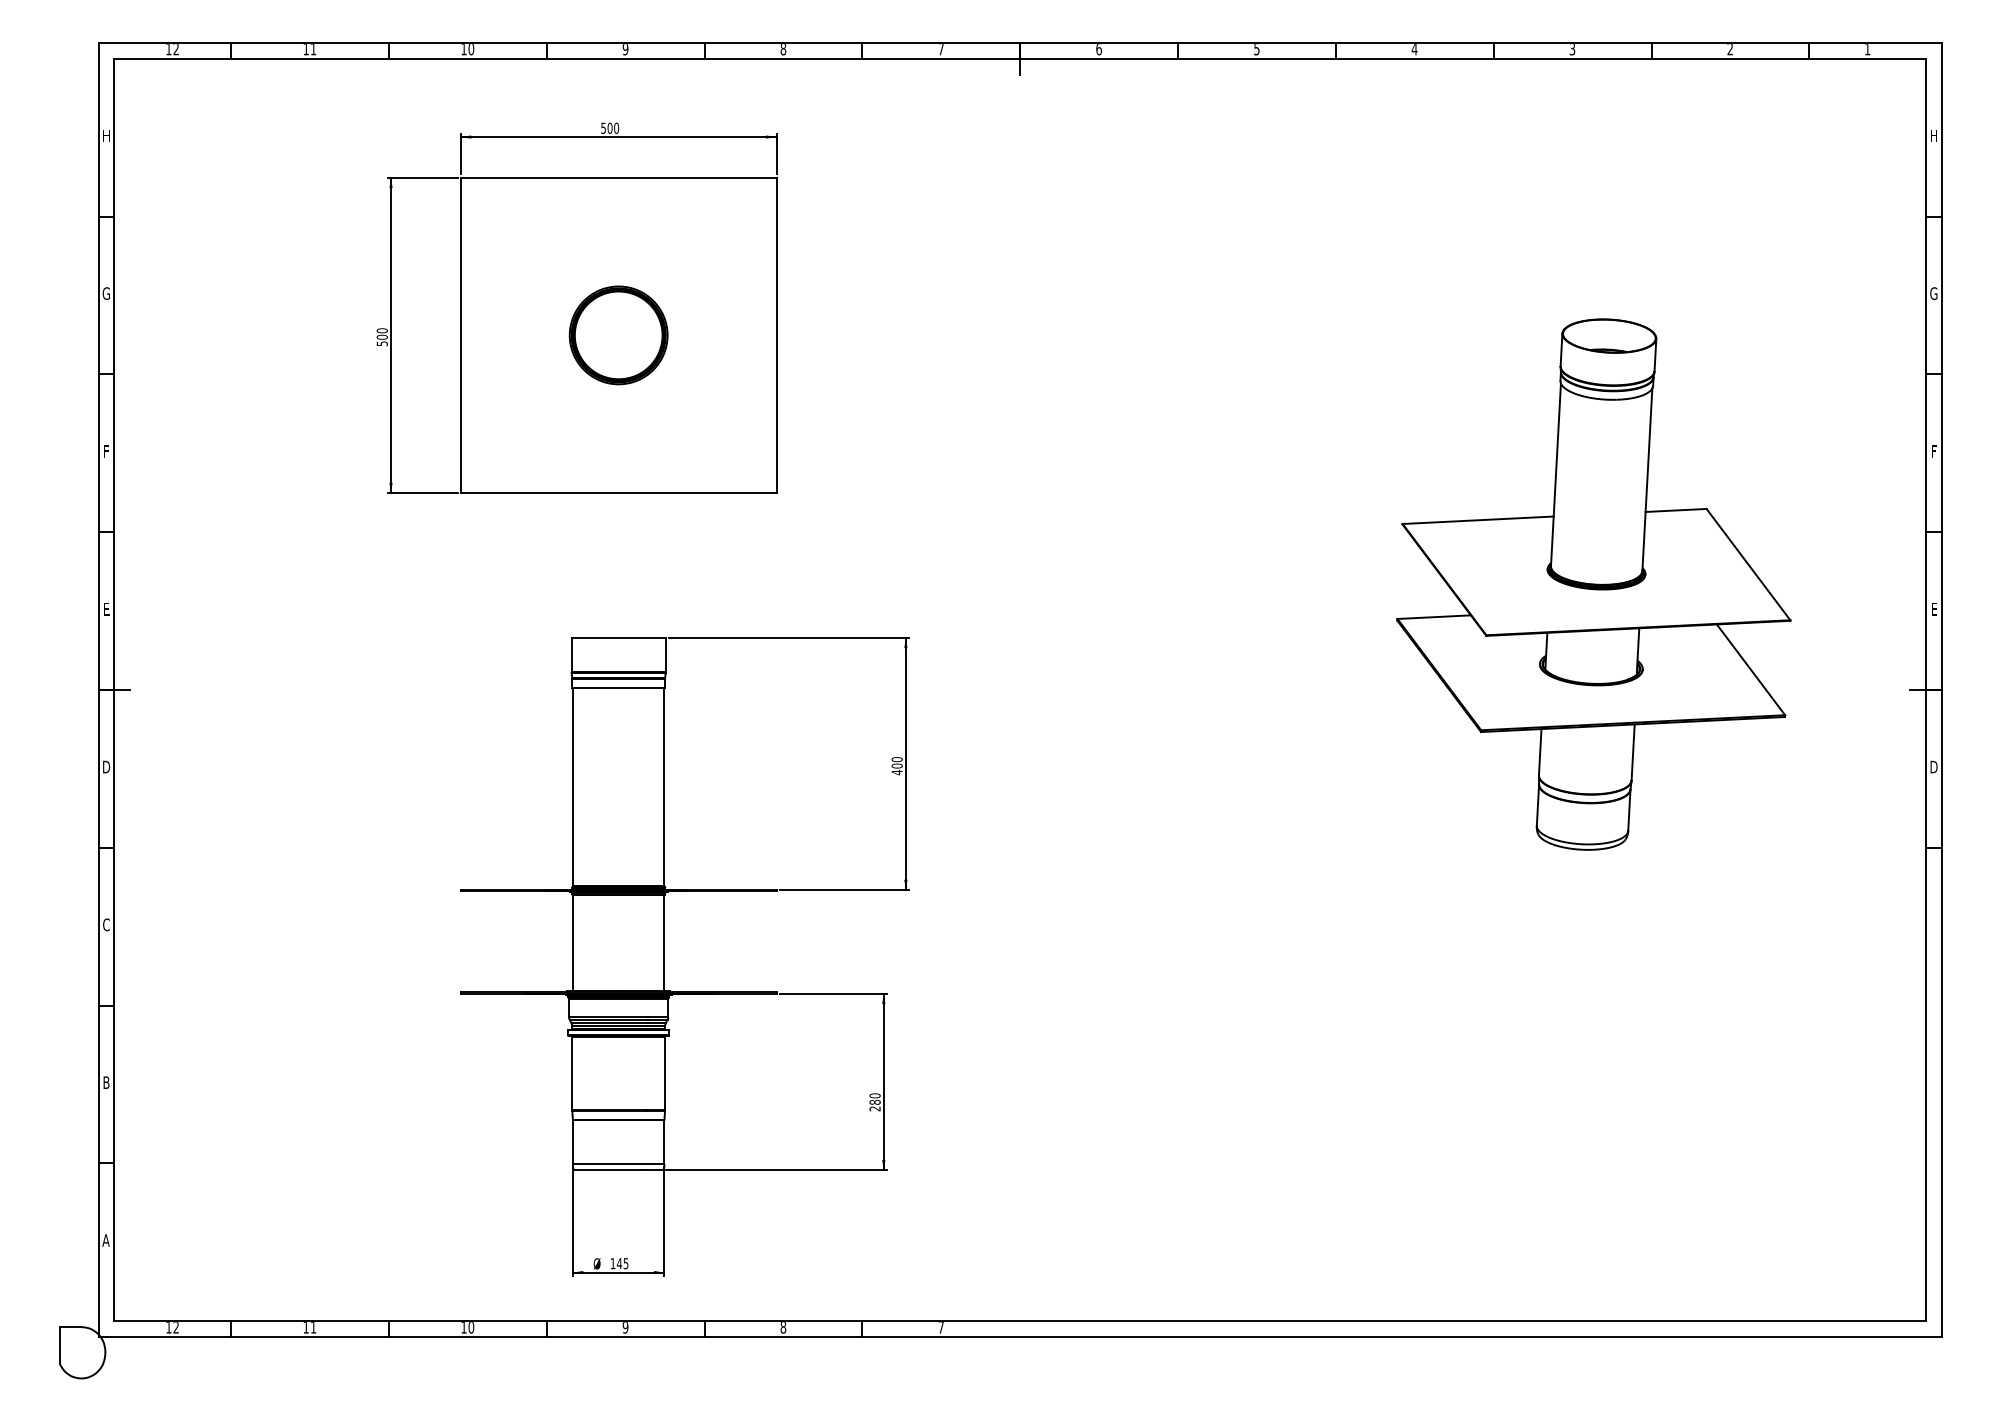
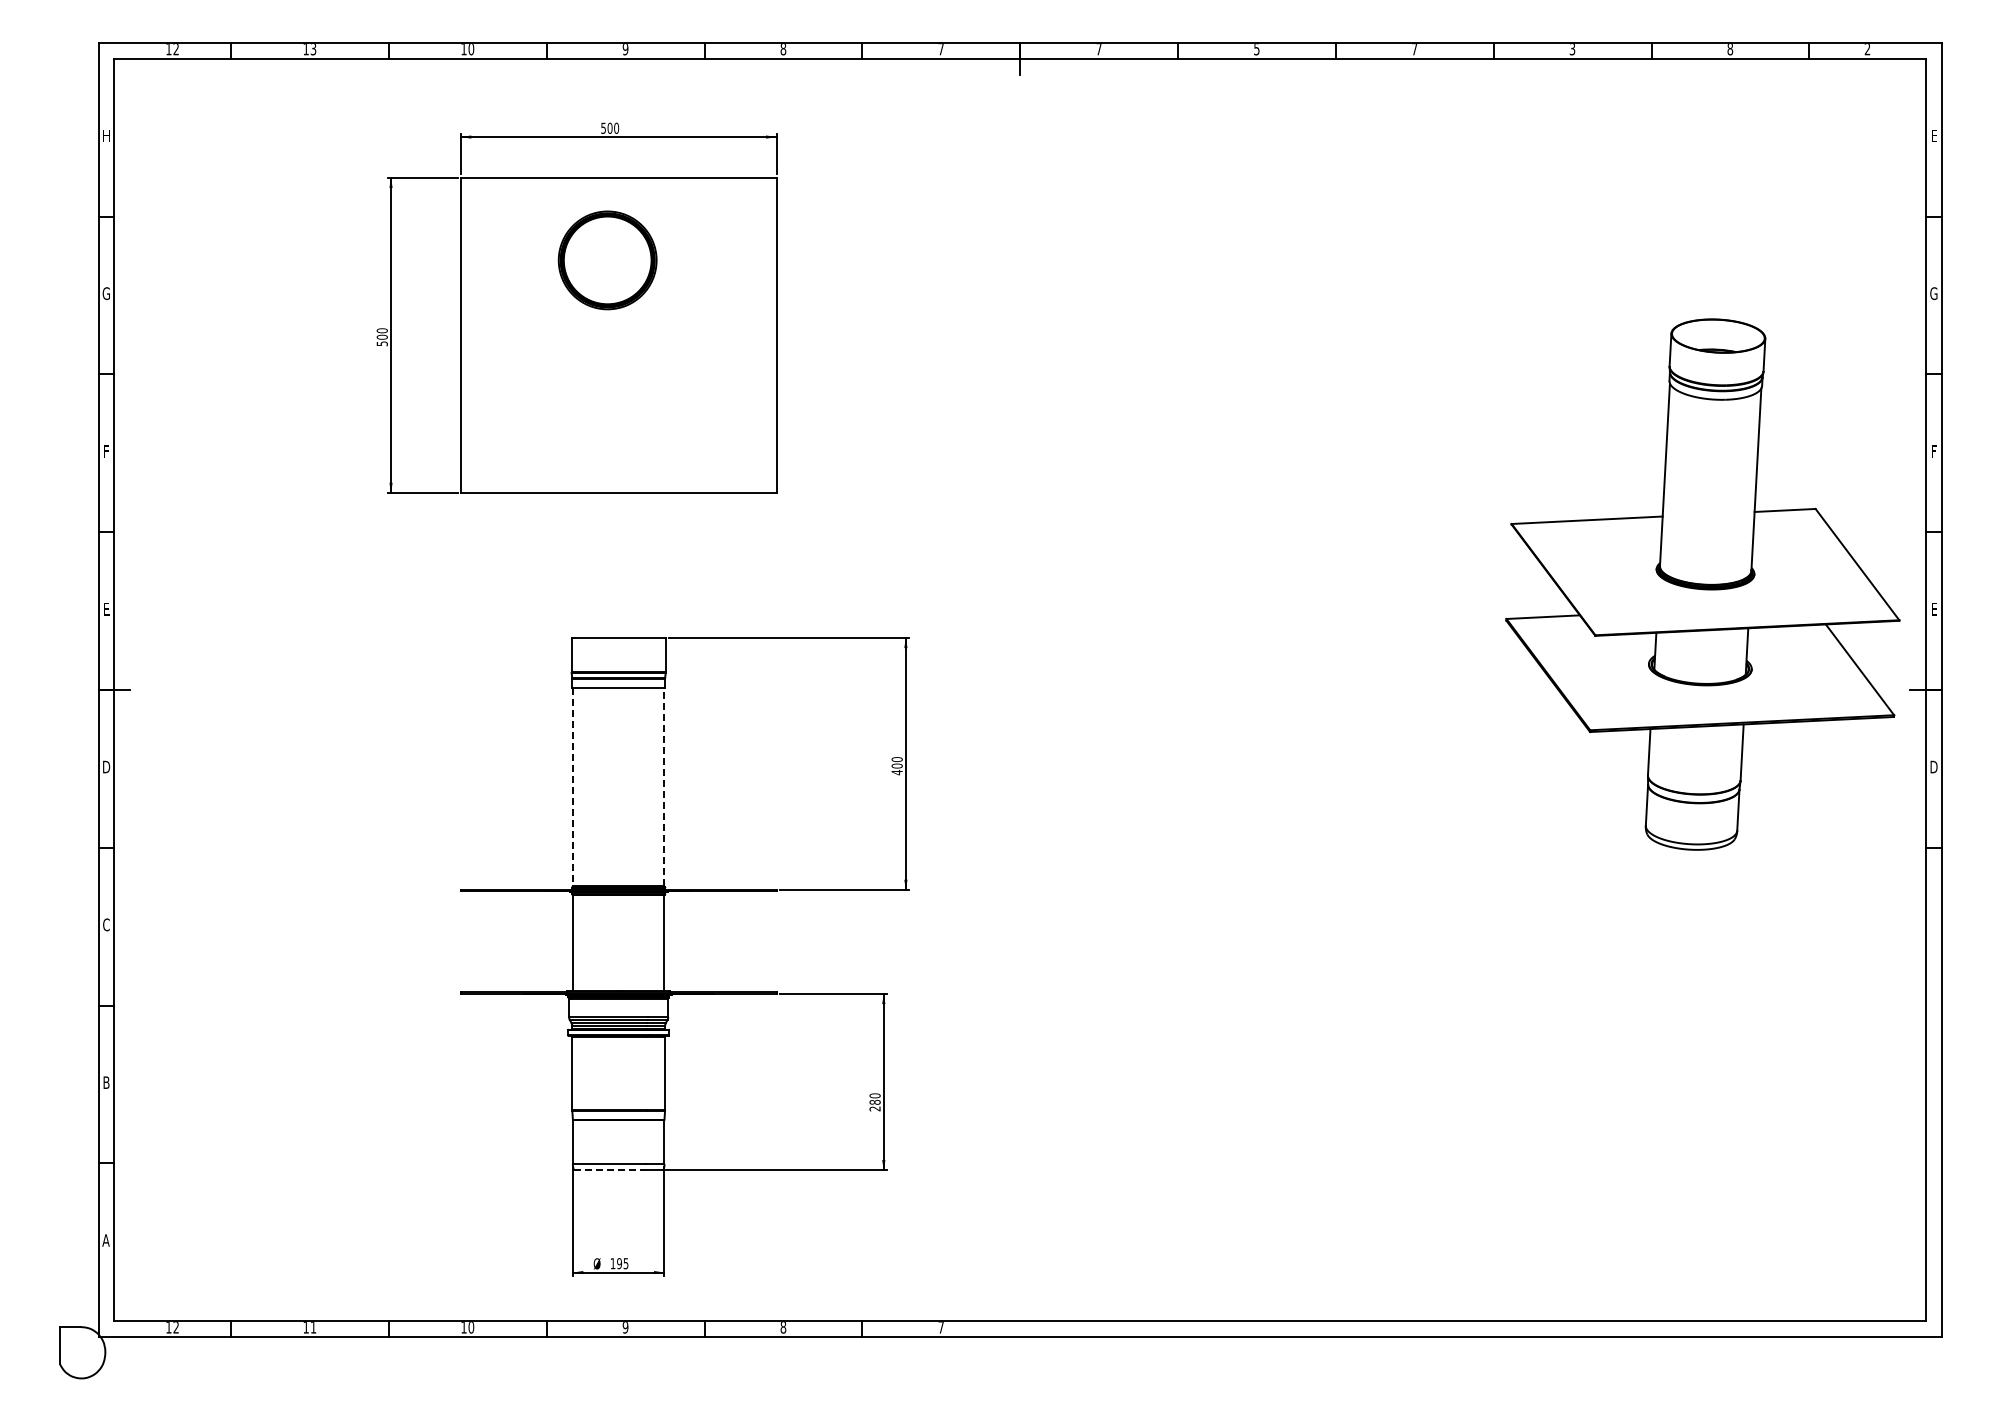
text at (313, 49): 11 -> 13
text at (1098, 49): 6 -> 7
text at (1414, 49): 4 -> 7
text at (1730, 49): 2 -> 8
text at (1867, 49): 1 -> 2
text at (1933, 135): H -> E
part at (618, 335) position: (618, 335) -> (607, 260)
part at (1593, 584) position: (1593, 584) -> (1702, 584)
line at (664, 786): solid -> dashed
line at (572, 787): solid -> dashed
line at (609, 1170): solid -> dashed
text at (619, 1263): 145 -> 195
